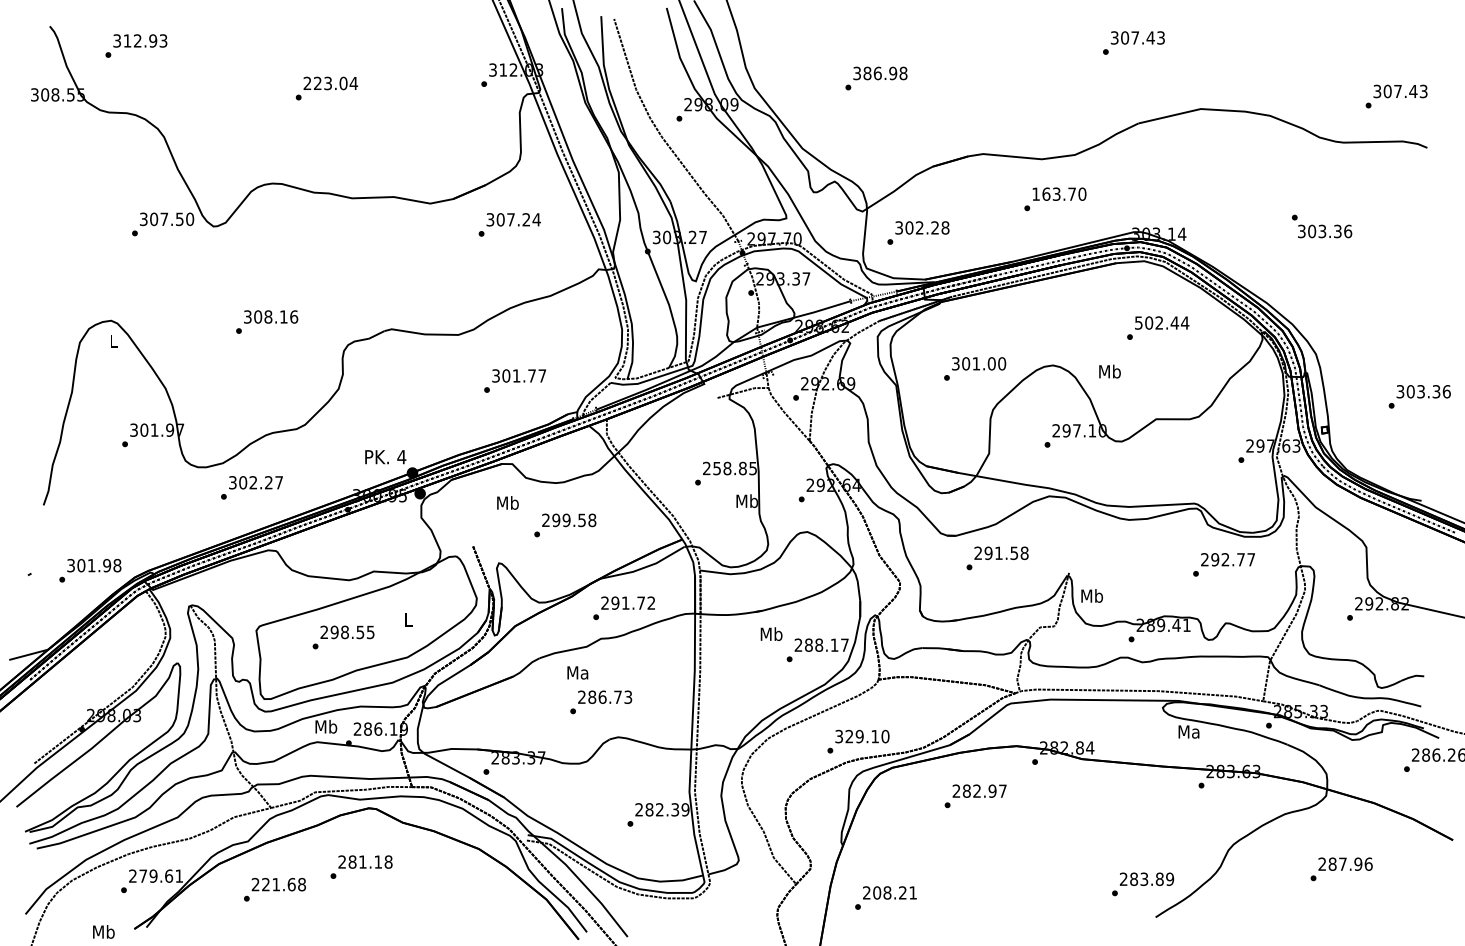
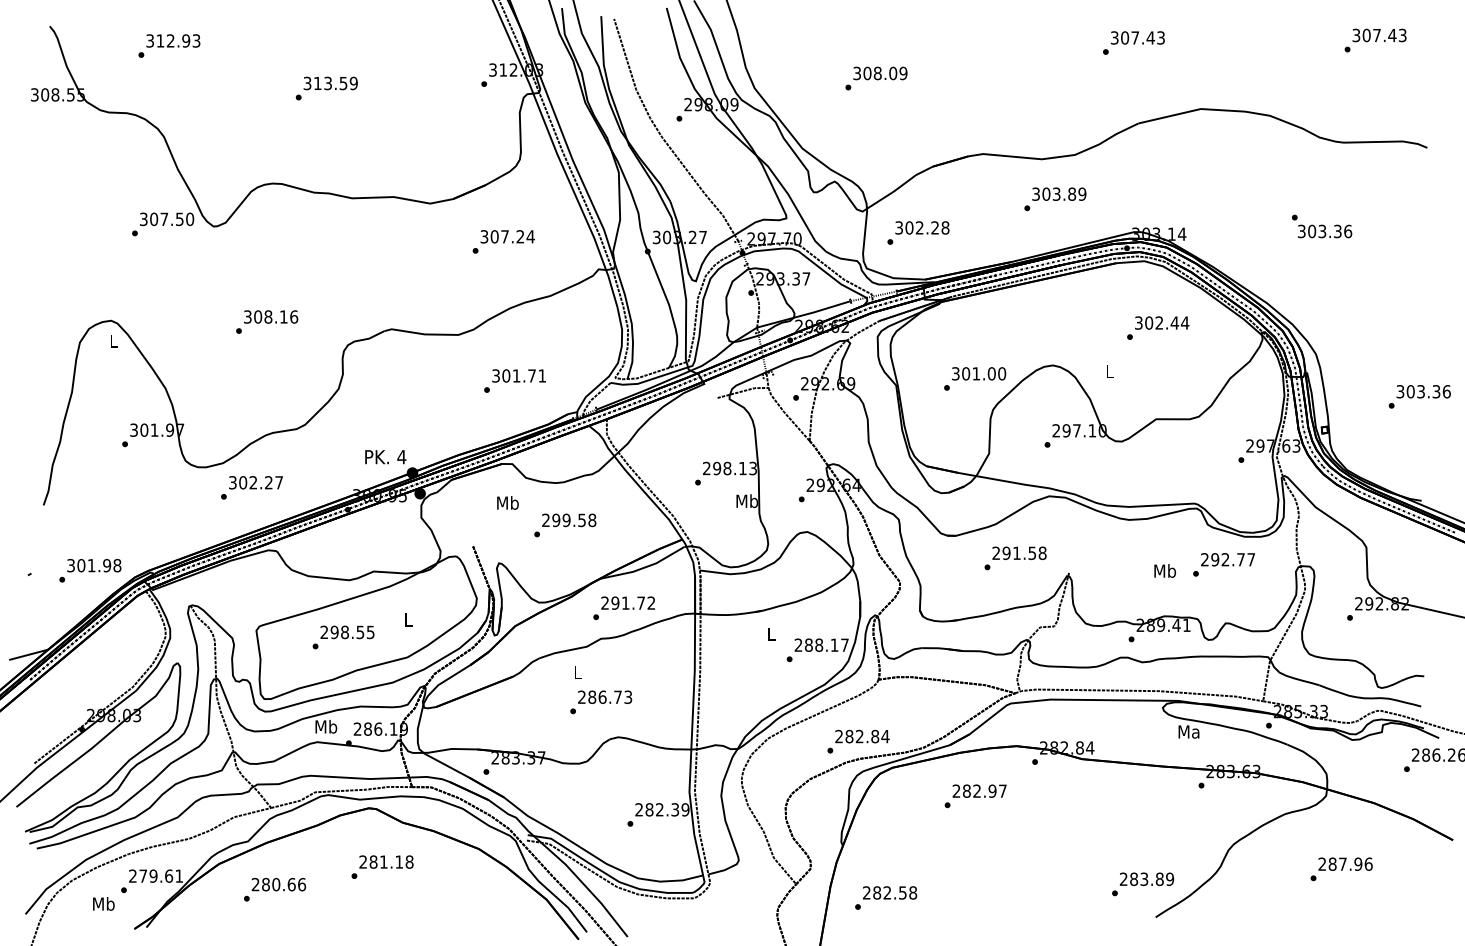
text at (136, 45) position: (136, 45) -> (169, 45)
text at (885, 73): 386.98 -> 308.09
text at (330, 83): 223.04 -> 313.59
text at (1396, 96) position: (1396, 96) -> (1375, 40)
text at (1059, 193): 163.70 -> 303.89
text at (509, 224) position: (509, 224) -> (503, 241)
text at (1138, 322): 502.44 -> 302.44
text at (975, 368) position: (975, 368) -> (975, 378)
text at (1109, 371): Mb -> L
text at (542, 375): 301.77 -> 301.71
text at (734, 468): 258.85 -> 298.13
text at (997, 558) position: (997, 558) -> (1015, 558)
text at (1091, 595) position: (1091, 595) -> (1164, 570)
text at (771, 633): Mb -> L
text at (577, 672): Ma -> L
text at (862, 736): 329.10 -> 282.84
text at (361, 866) position: (361, 866) -> (382, 866)
text at (284, 884): 221.68 -> 280.66
text at (895, 892): 208.21 -> 282.58
text at (103, 931) position: (103, 931) -> (103, 903)
